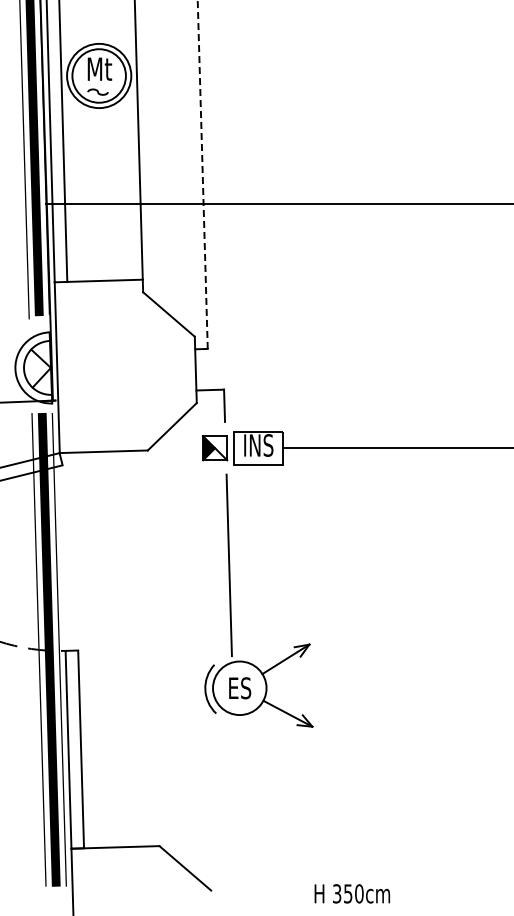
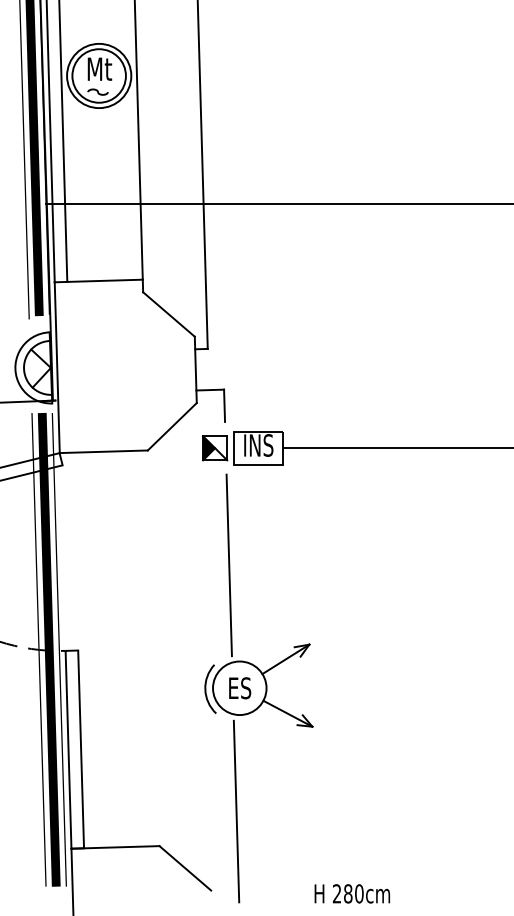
line at (202, 174): dashed -> solid
line at (236, 811): none -> present
text at (342, 893): 350cm -> 280cm
